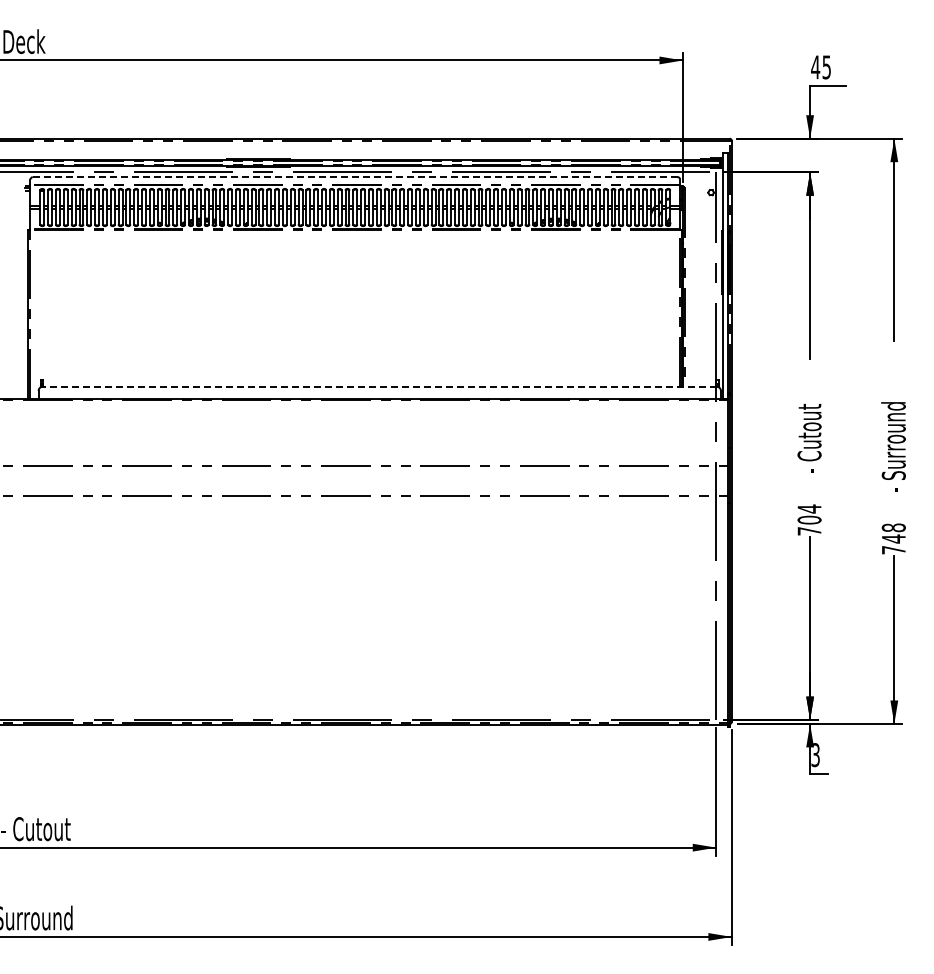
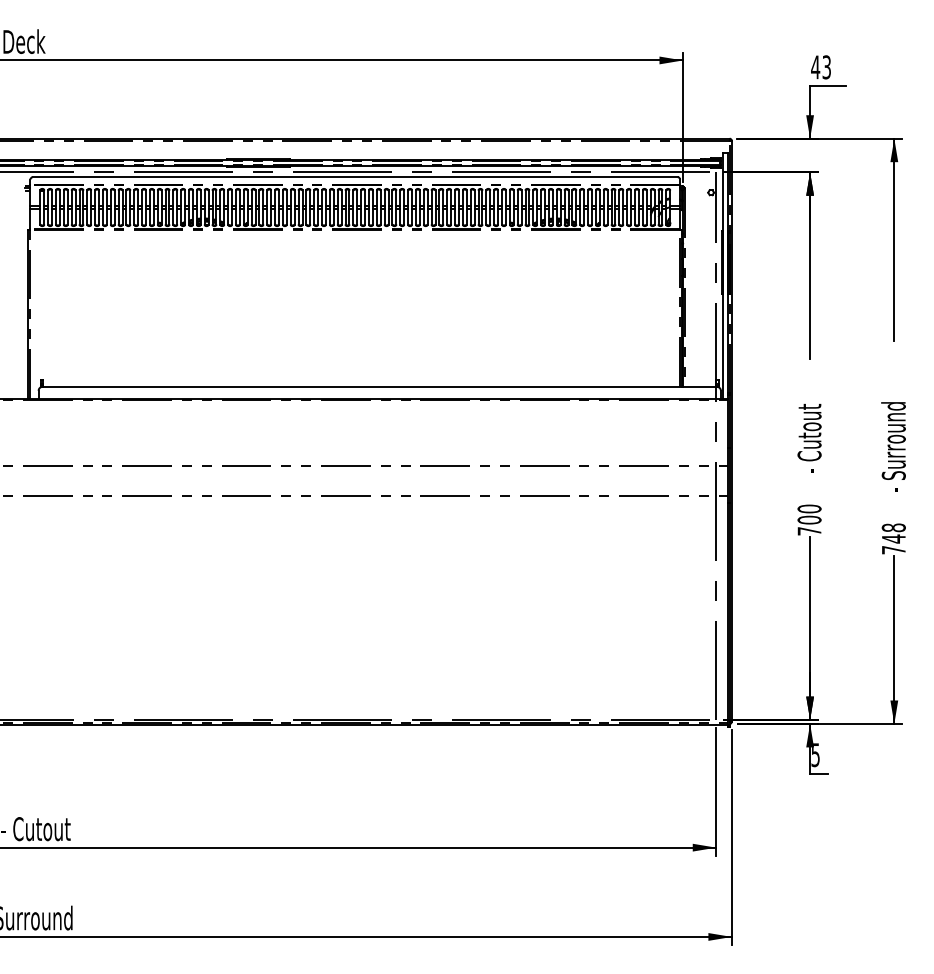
text at (826, 66): 45 -> 43
line at (354, 177): dashed -> solid
line at (379, 386): dashed -> solid
text at (809, 508): 704 -> 700
text at (815, 754): 3 -> 5
